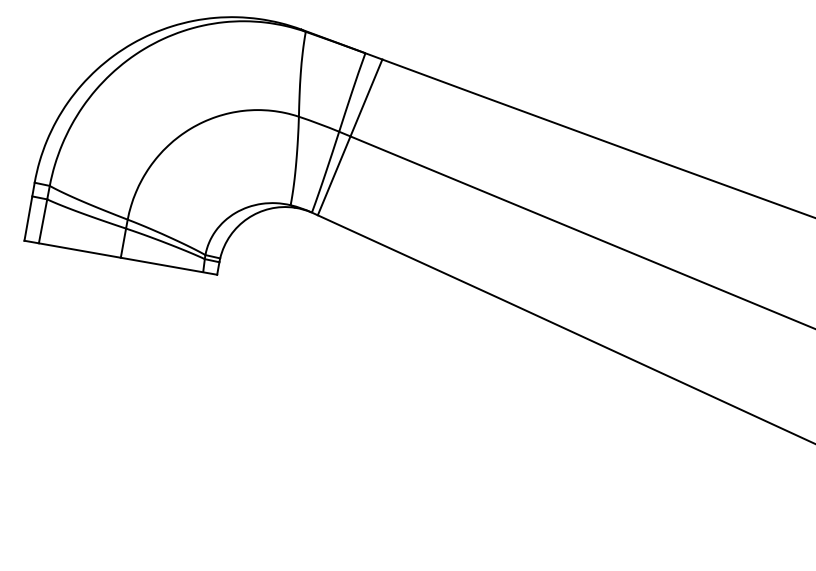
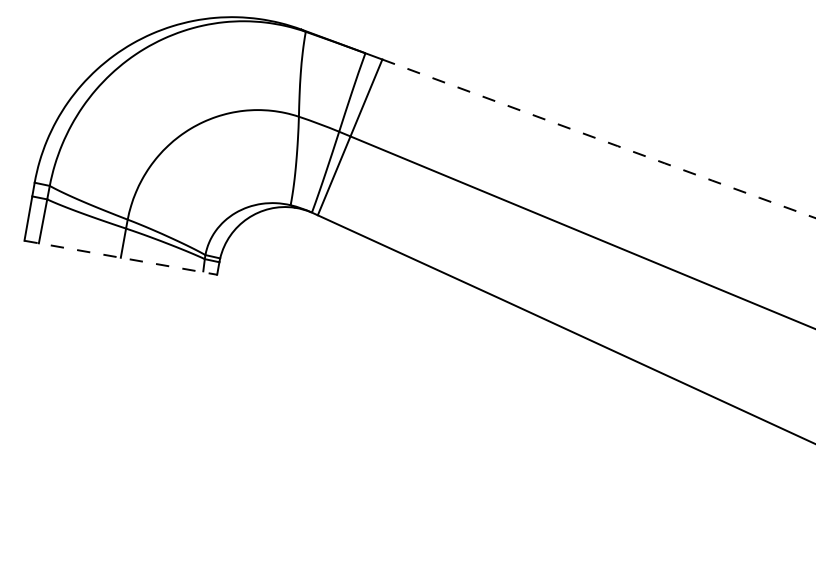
arc at (598, 139): solid -> dashed
line at (120, 257): solid -> dashed
